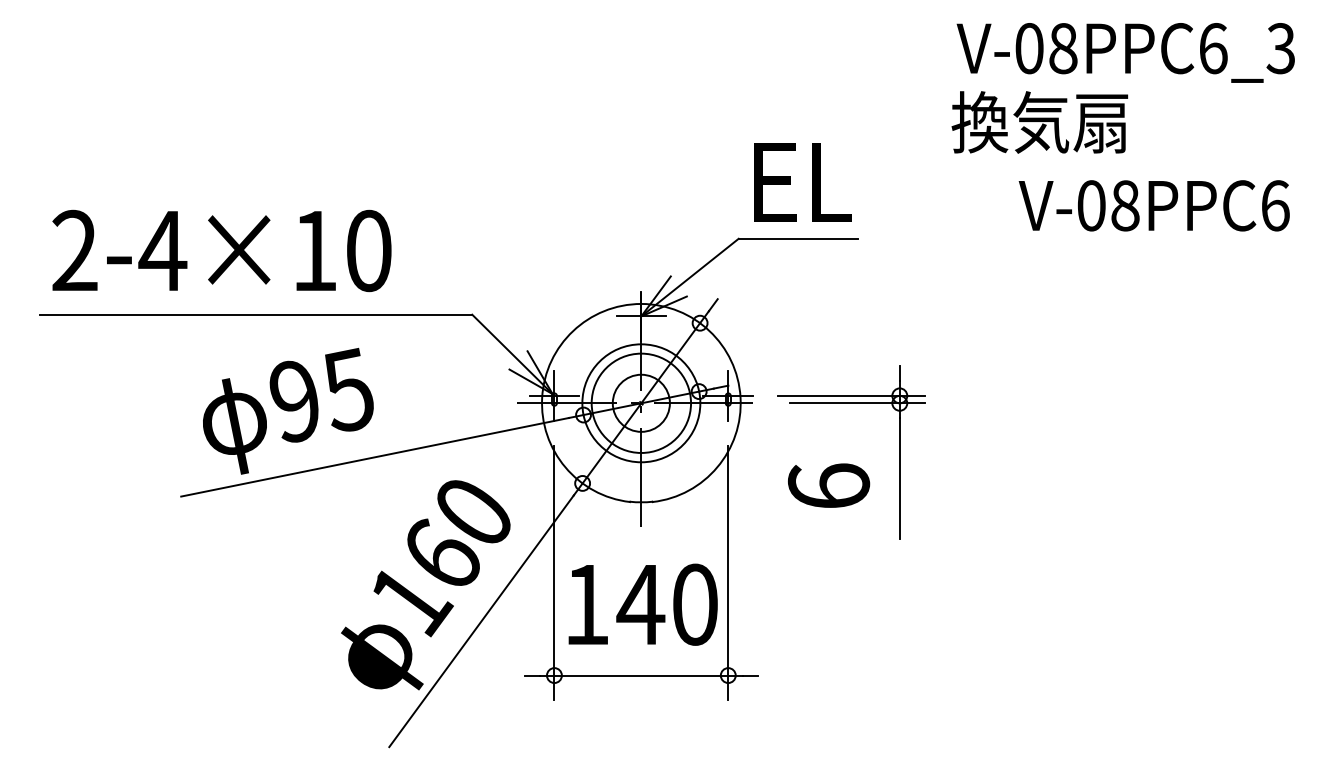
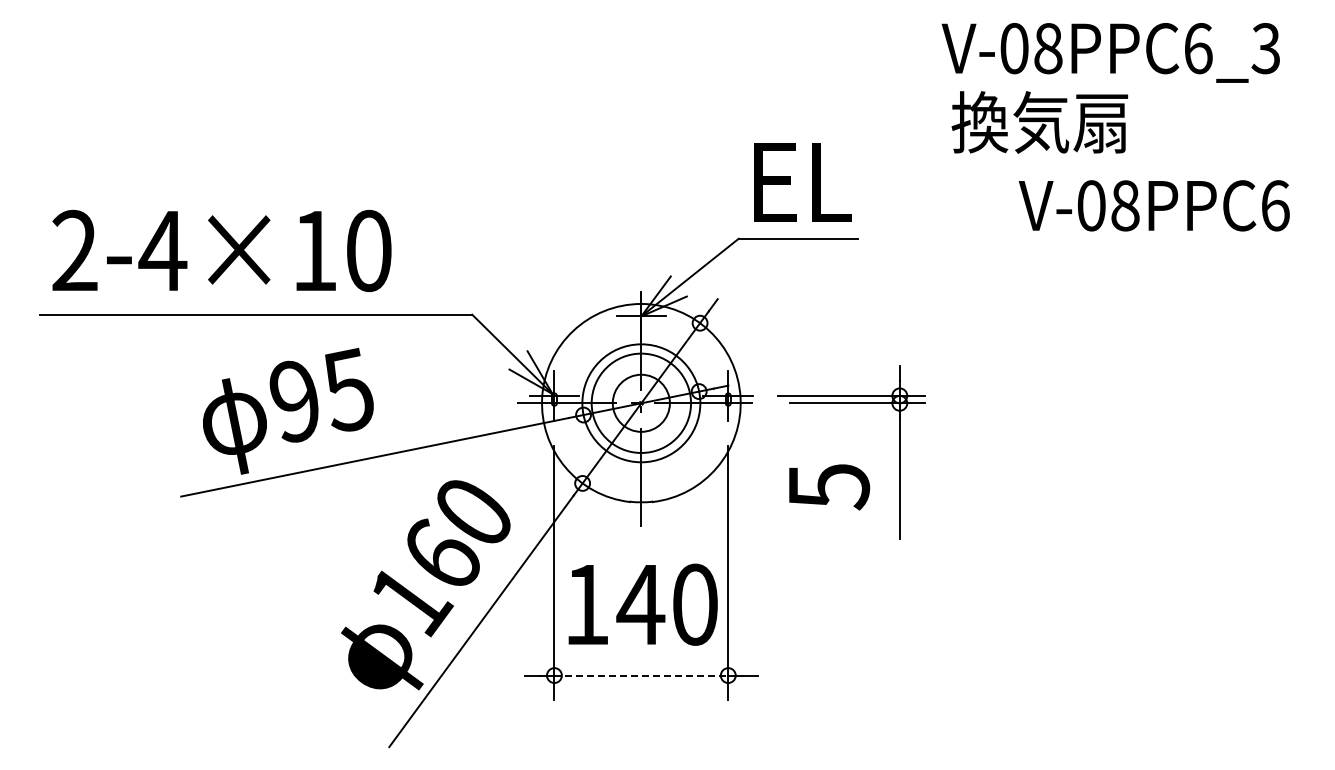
text at (1125, 52) position: (1125, 52) -> (1110, 52)
text at (828, 486): 6 -> 5
line at (641, 675): solid -> dashed
